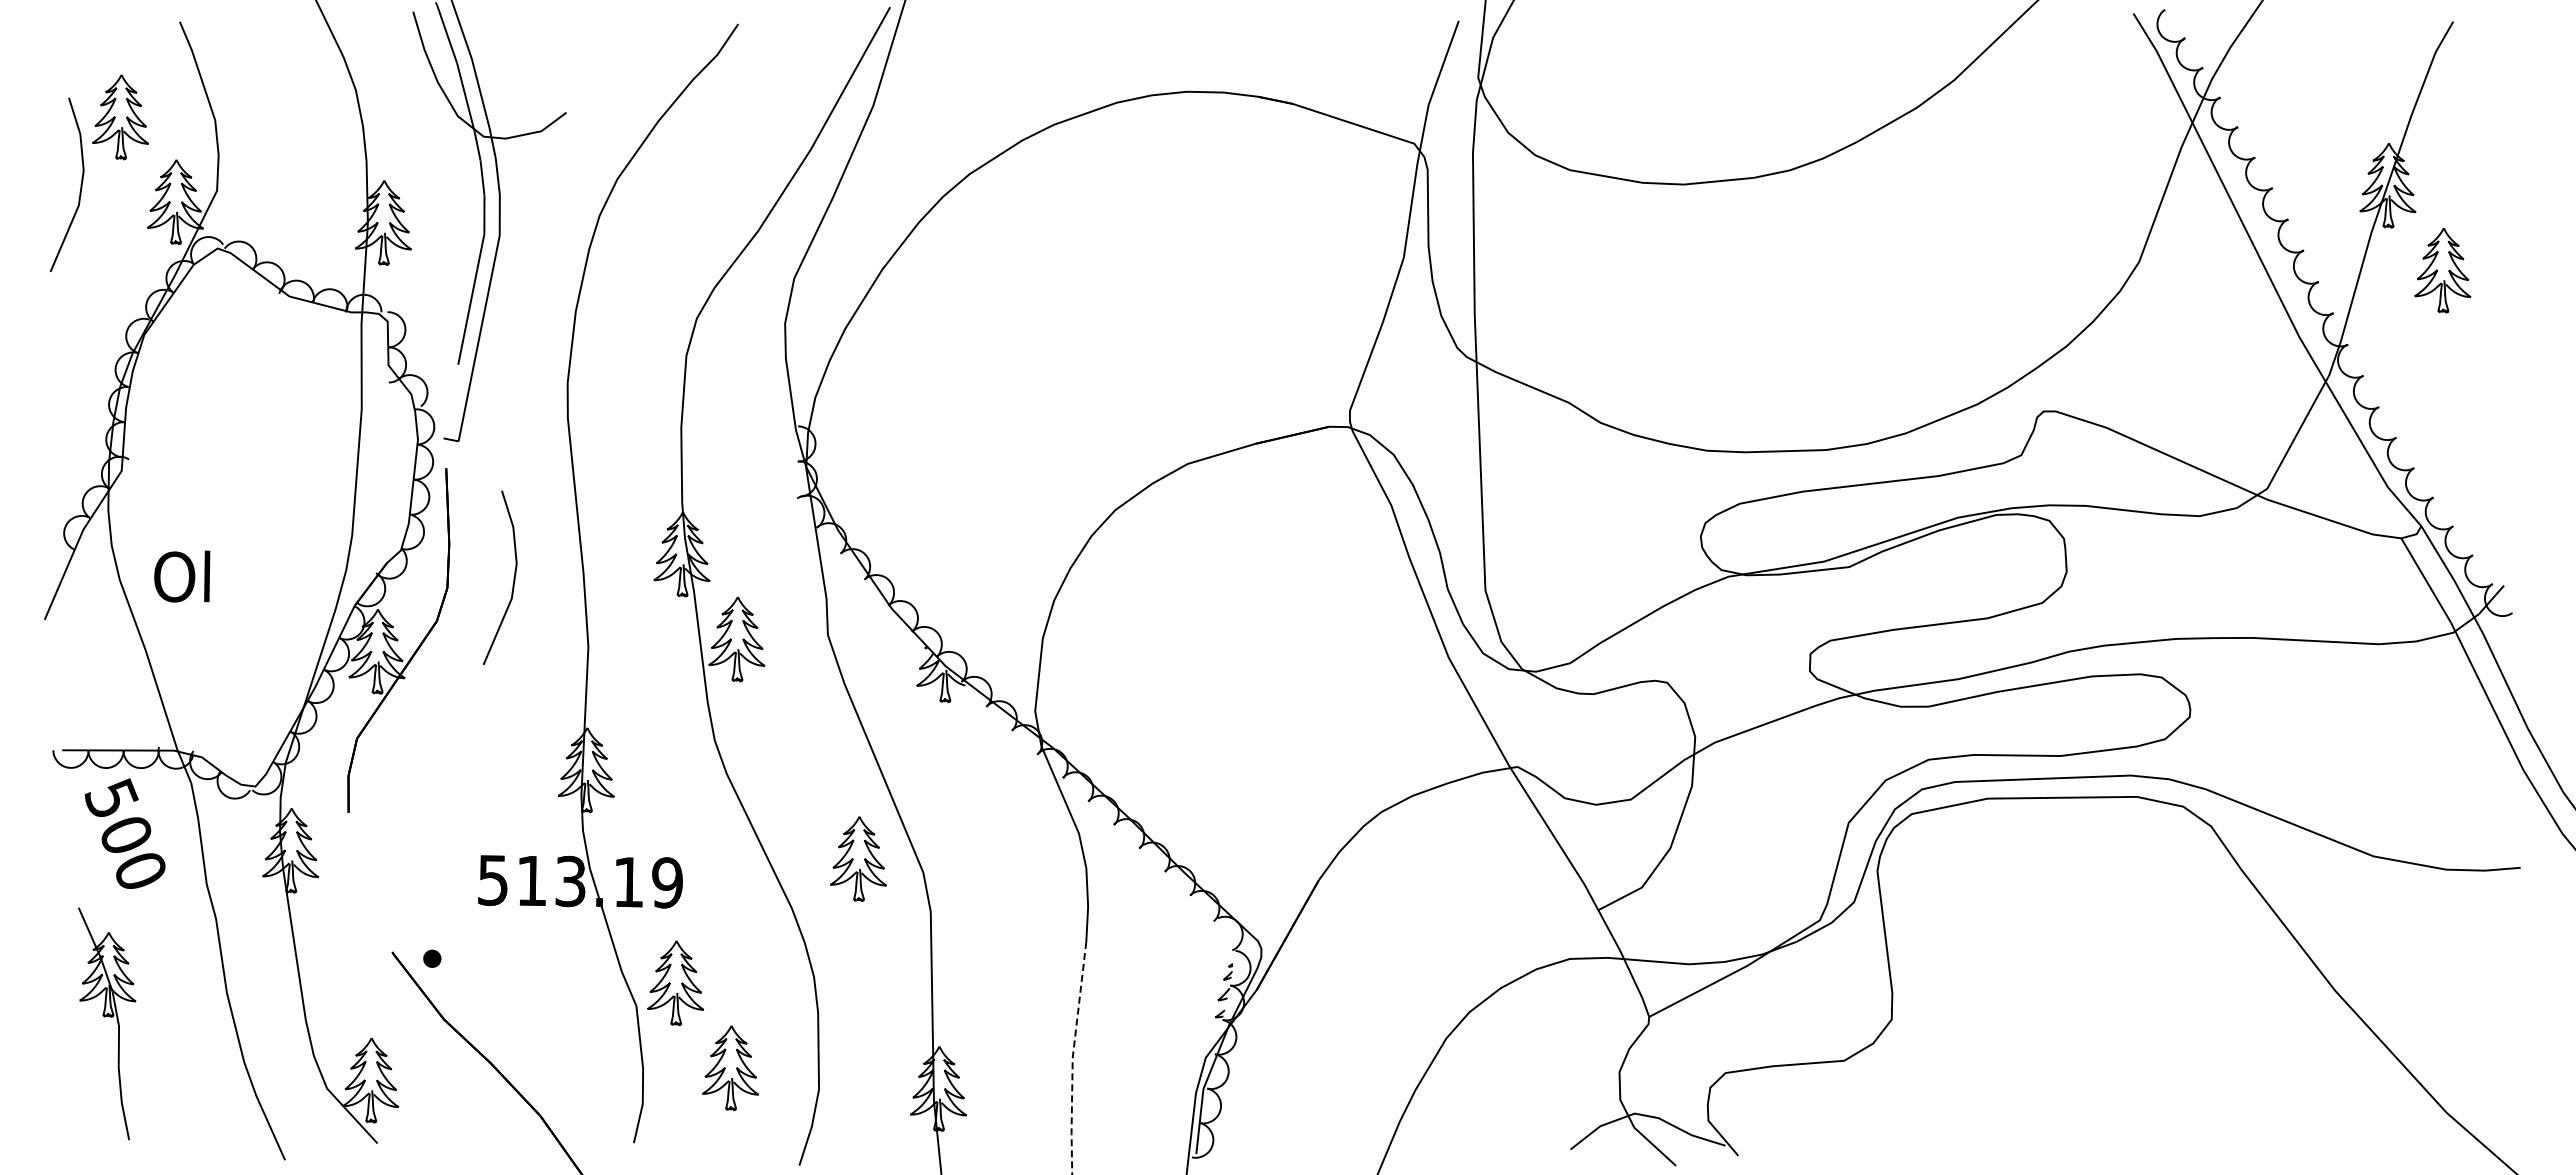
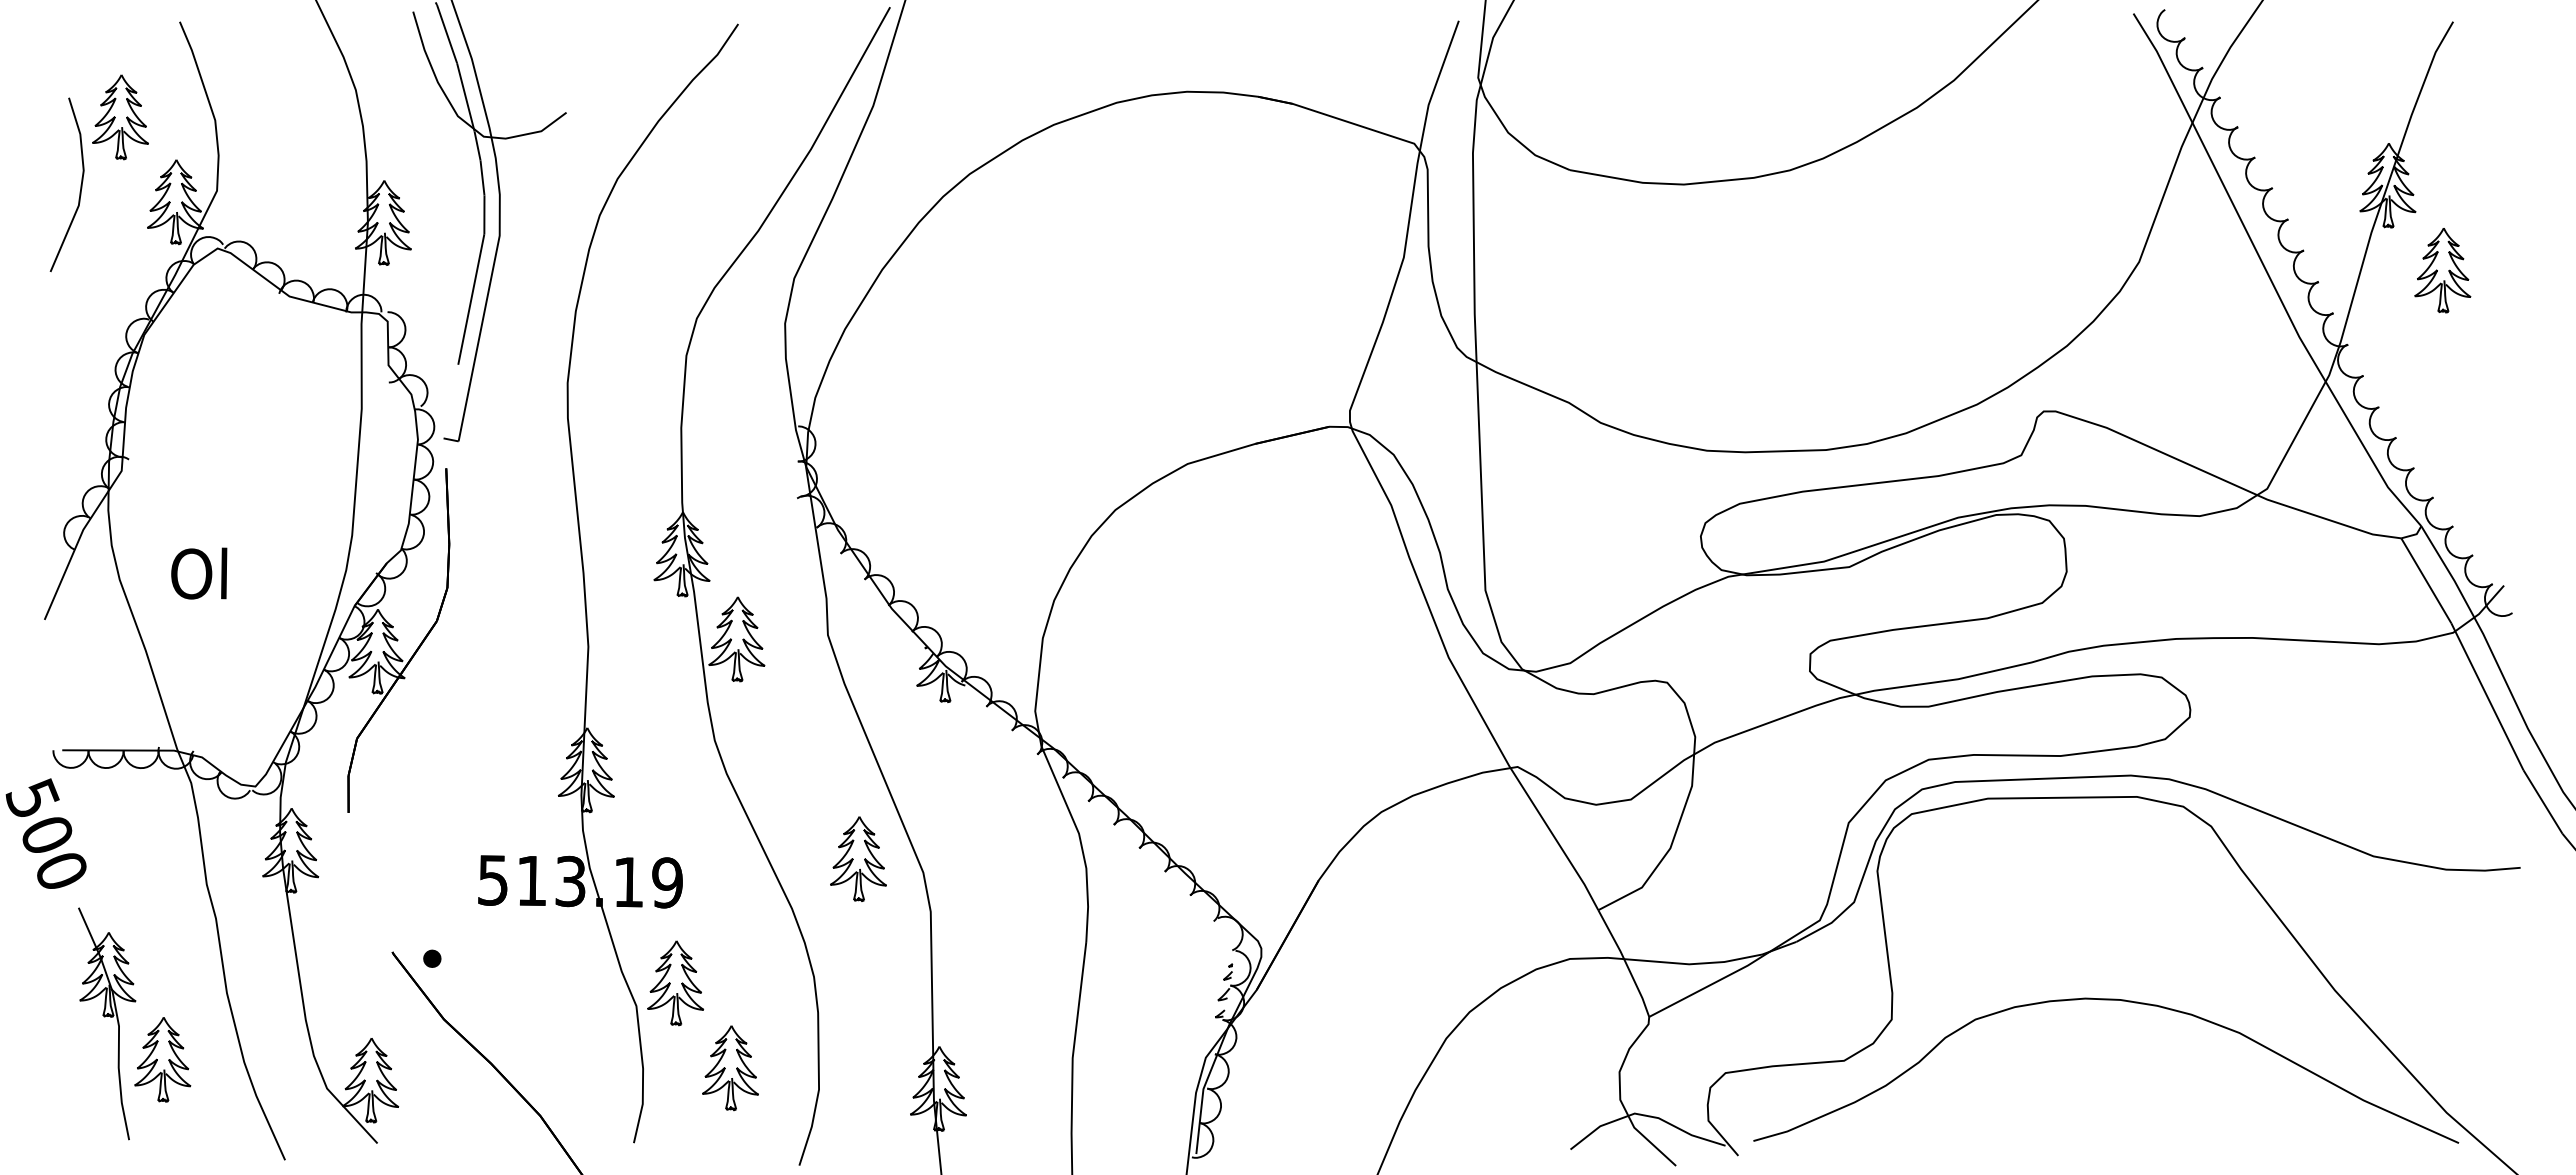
text at (182, 576) position: (182, 576) -> (199, 573)
line at (513, 577): present -> none
text at (124, 833) position: (124, 833) -> (45, 833)
curve at (2106, 1000): none -> present
line at (1072, 1058): dashed -> solid
part at (162, 1059): none -> present
